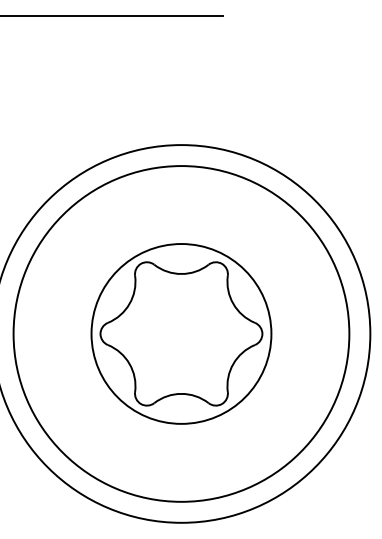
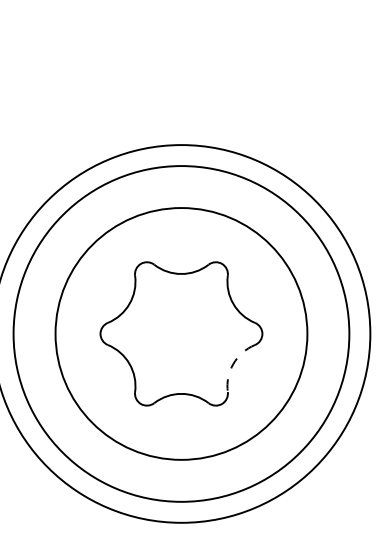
line at (112, 16): present -> none
circle at (181, 333) diameter: 180 px -> 252 px
arc at (233, 363): solid -> dashed
